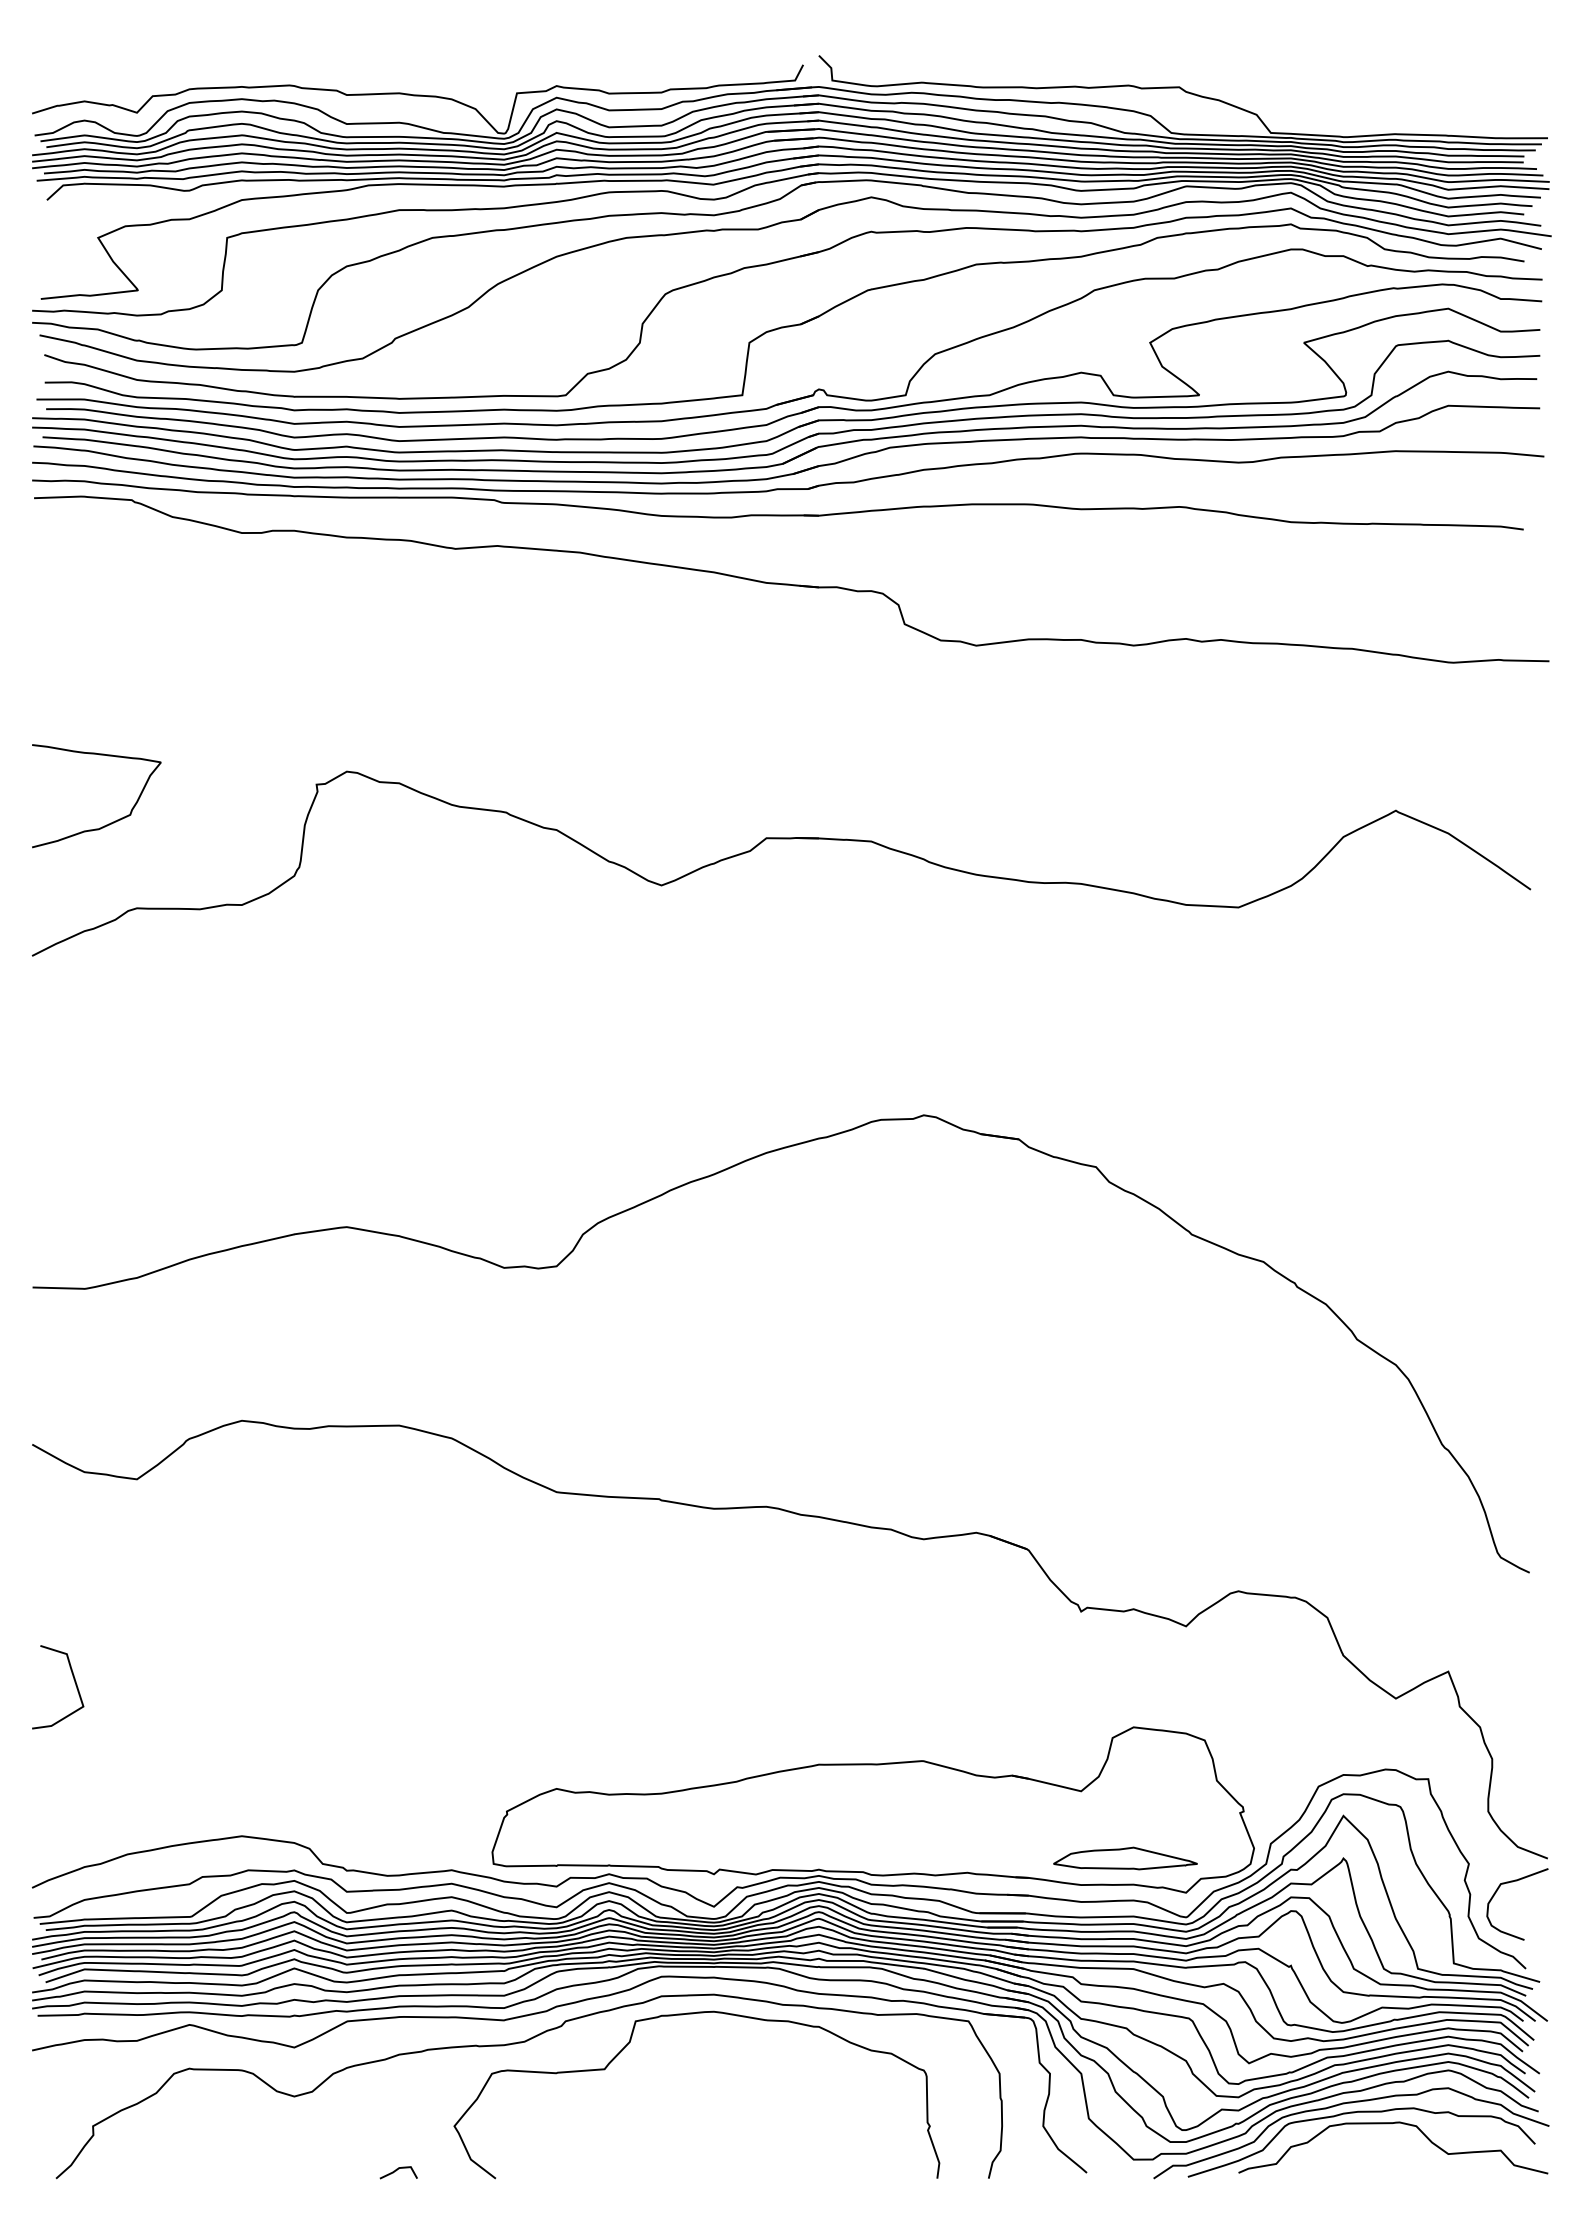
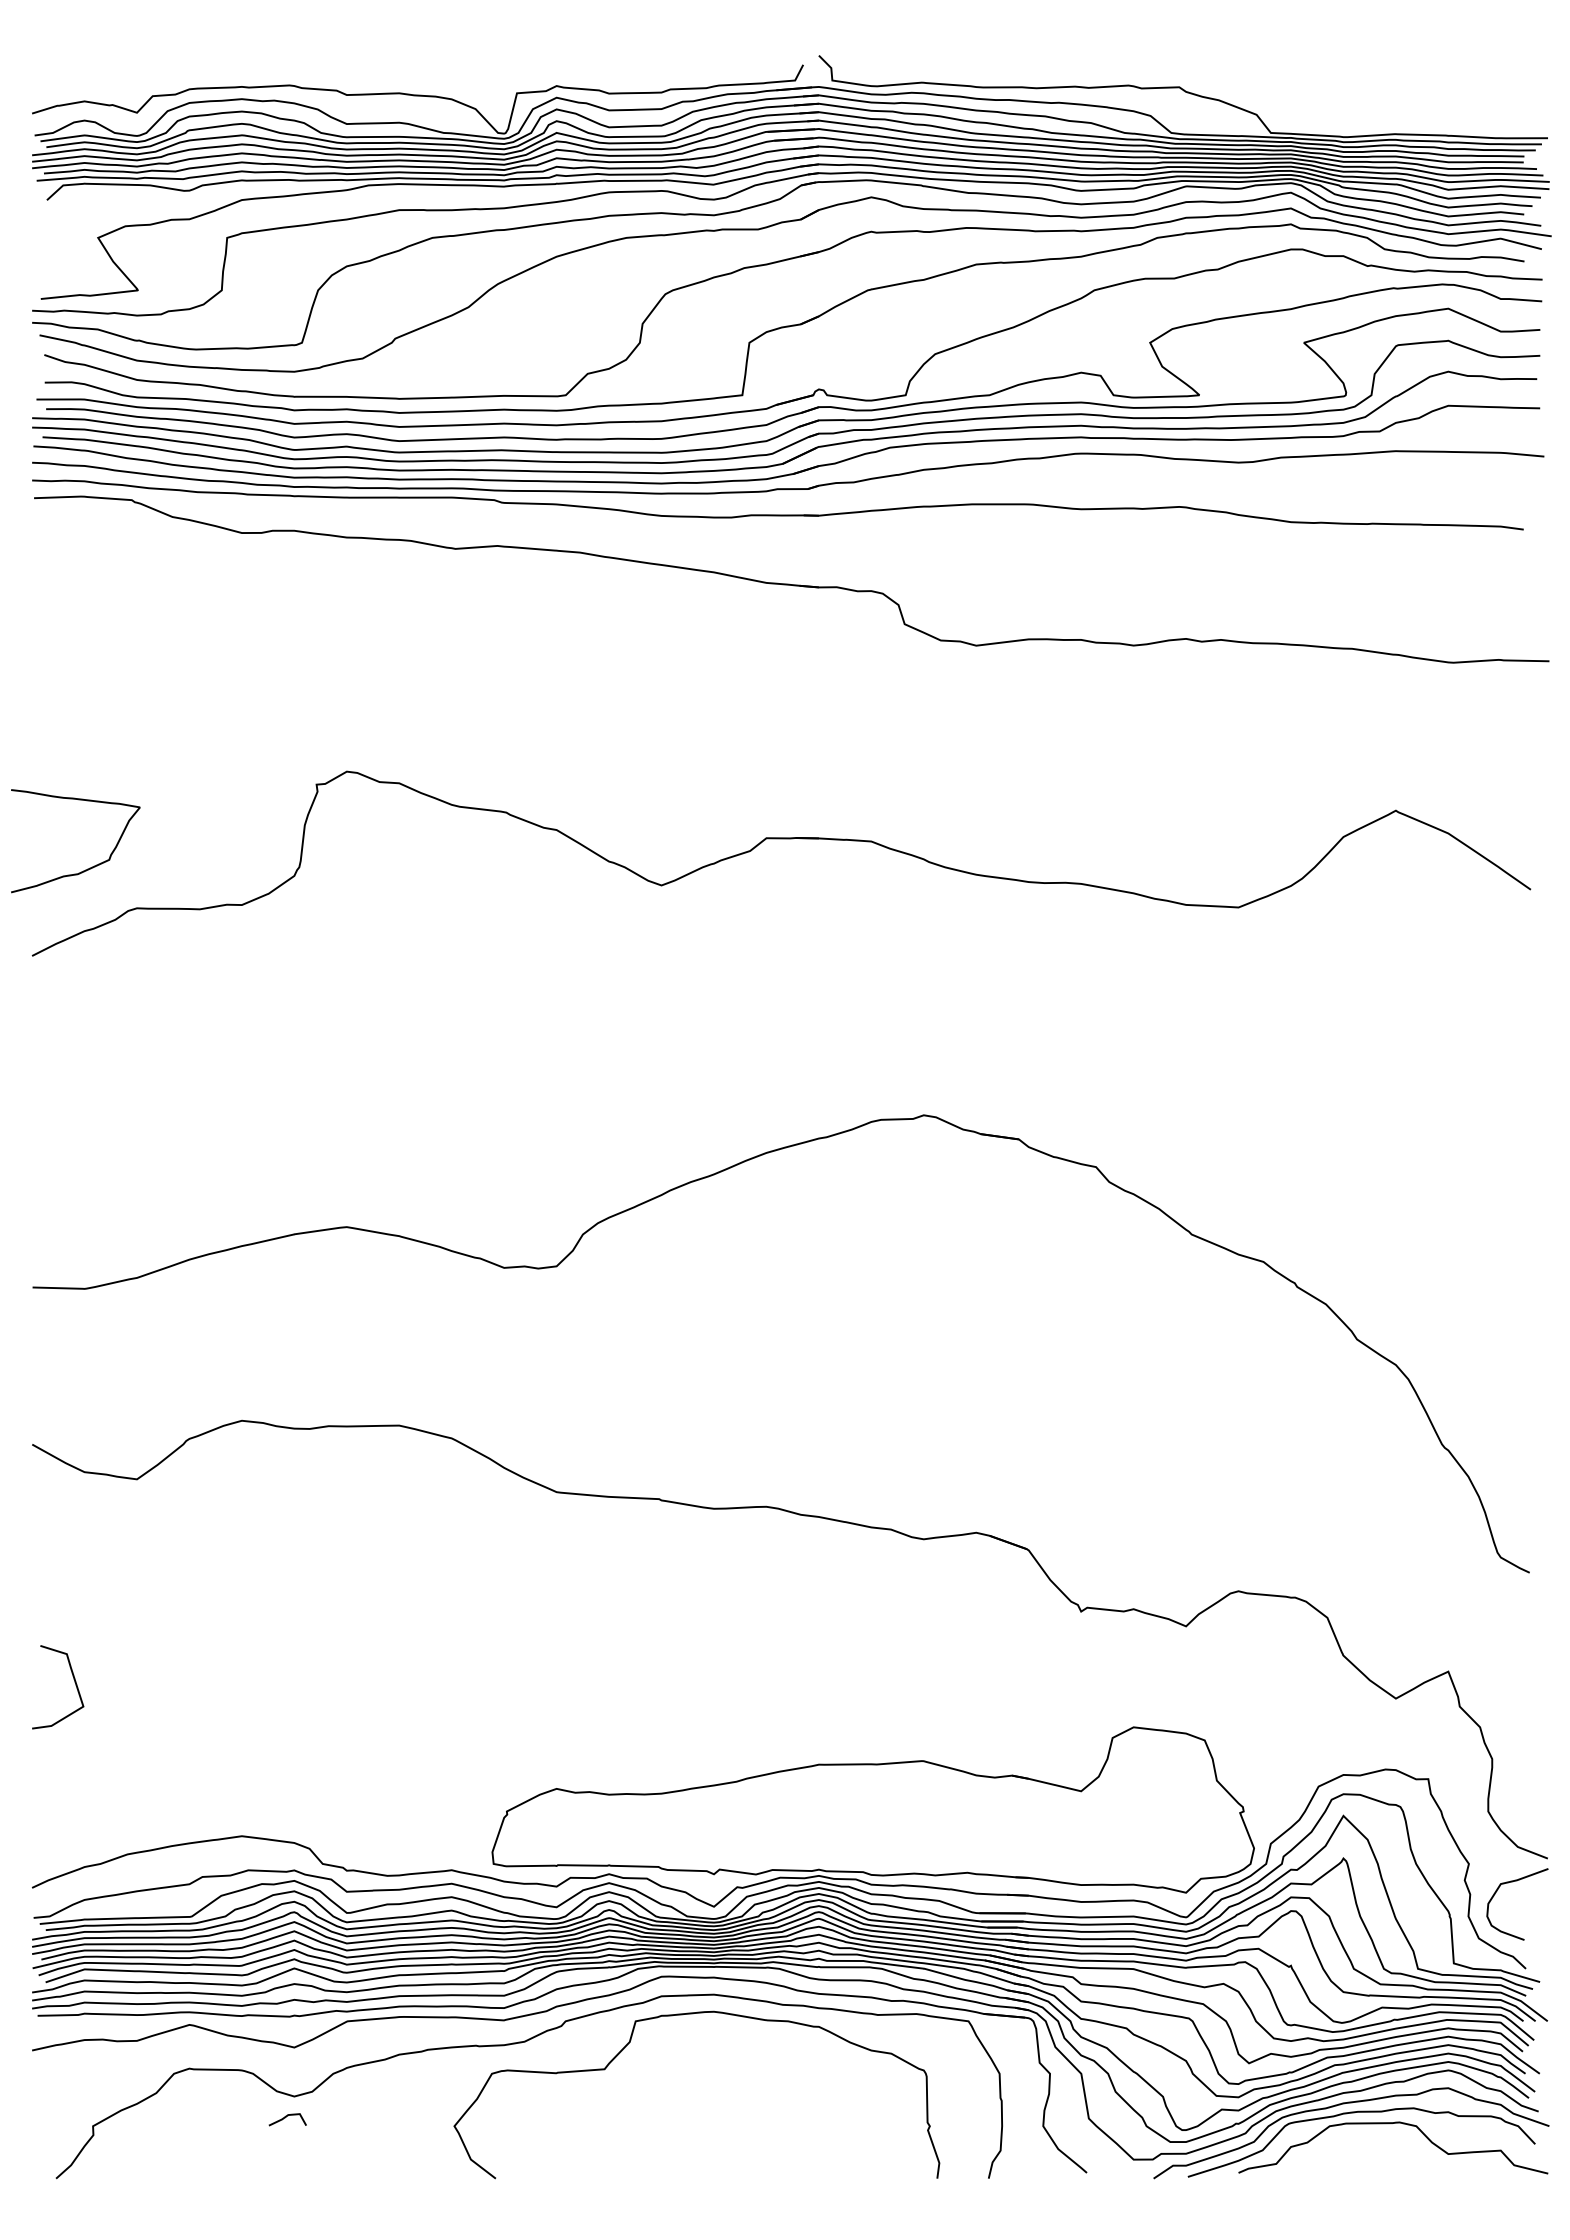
curve at (110, 822) position: (110, 822) -> (89, 867)
part at (1125, 1858): present -> none
line at (397, 2170) position: (397, 2170) -> (286, 2117)
